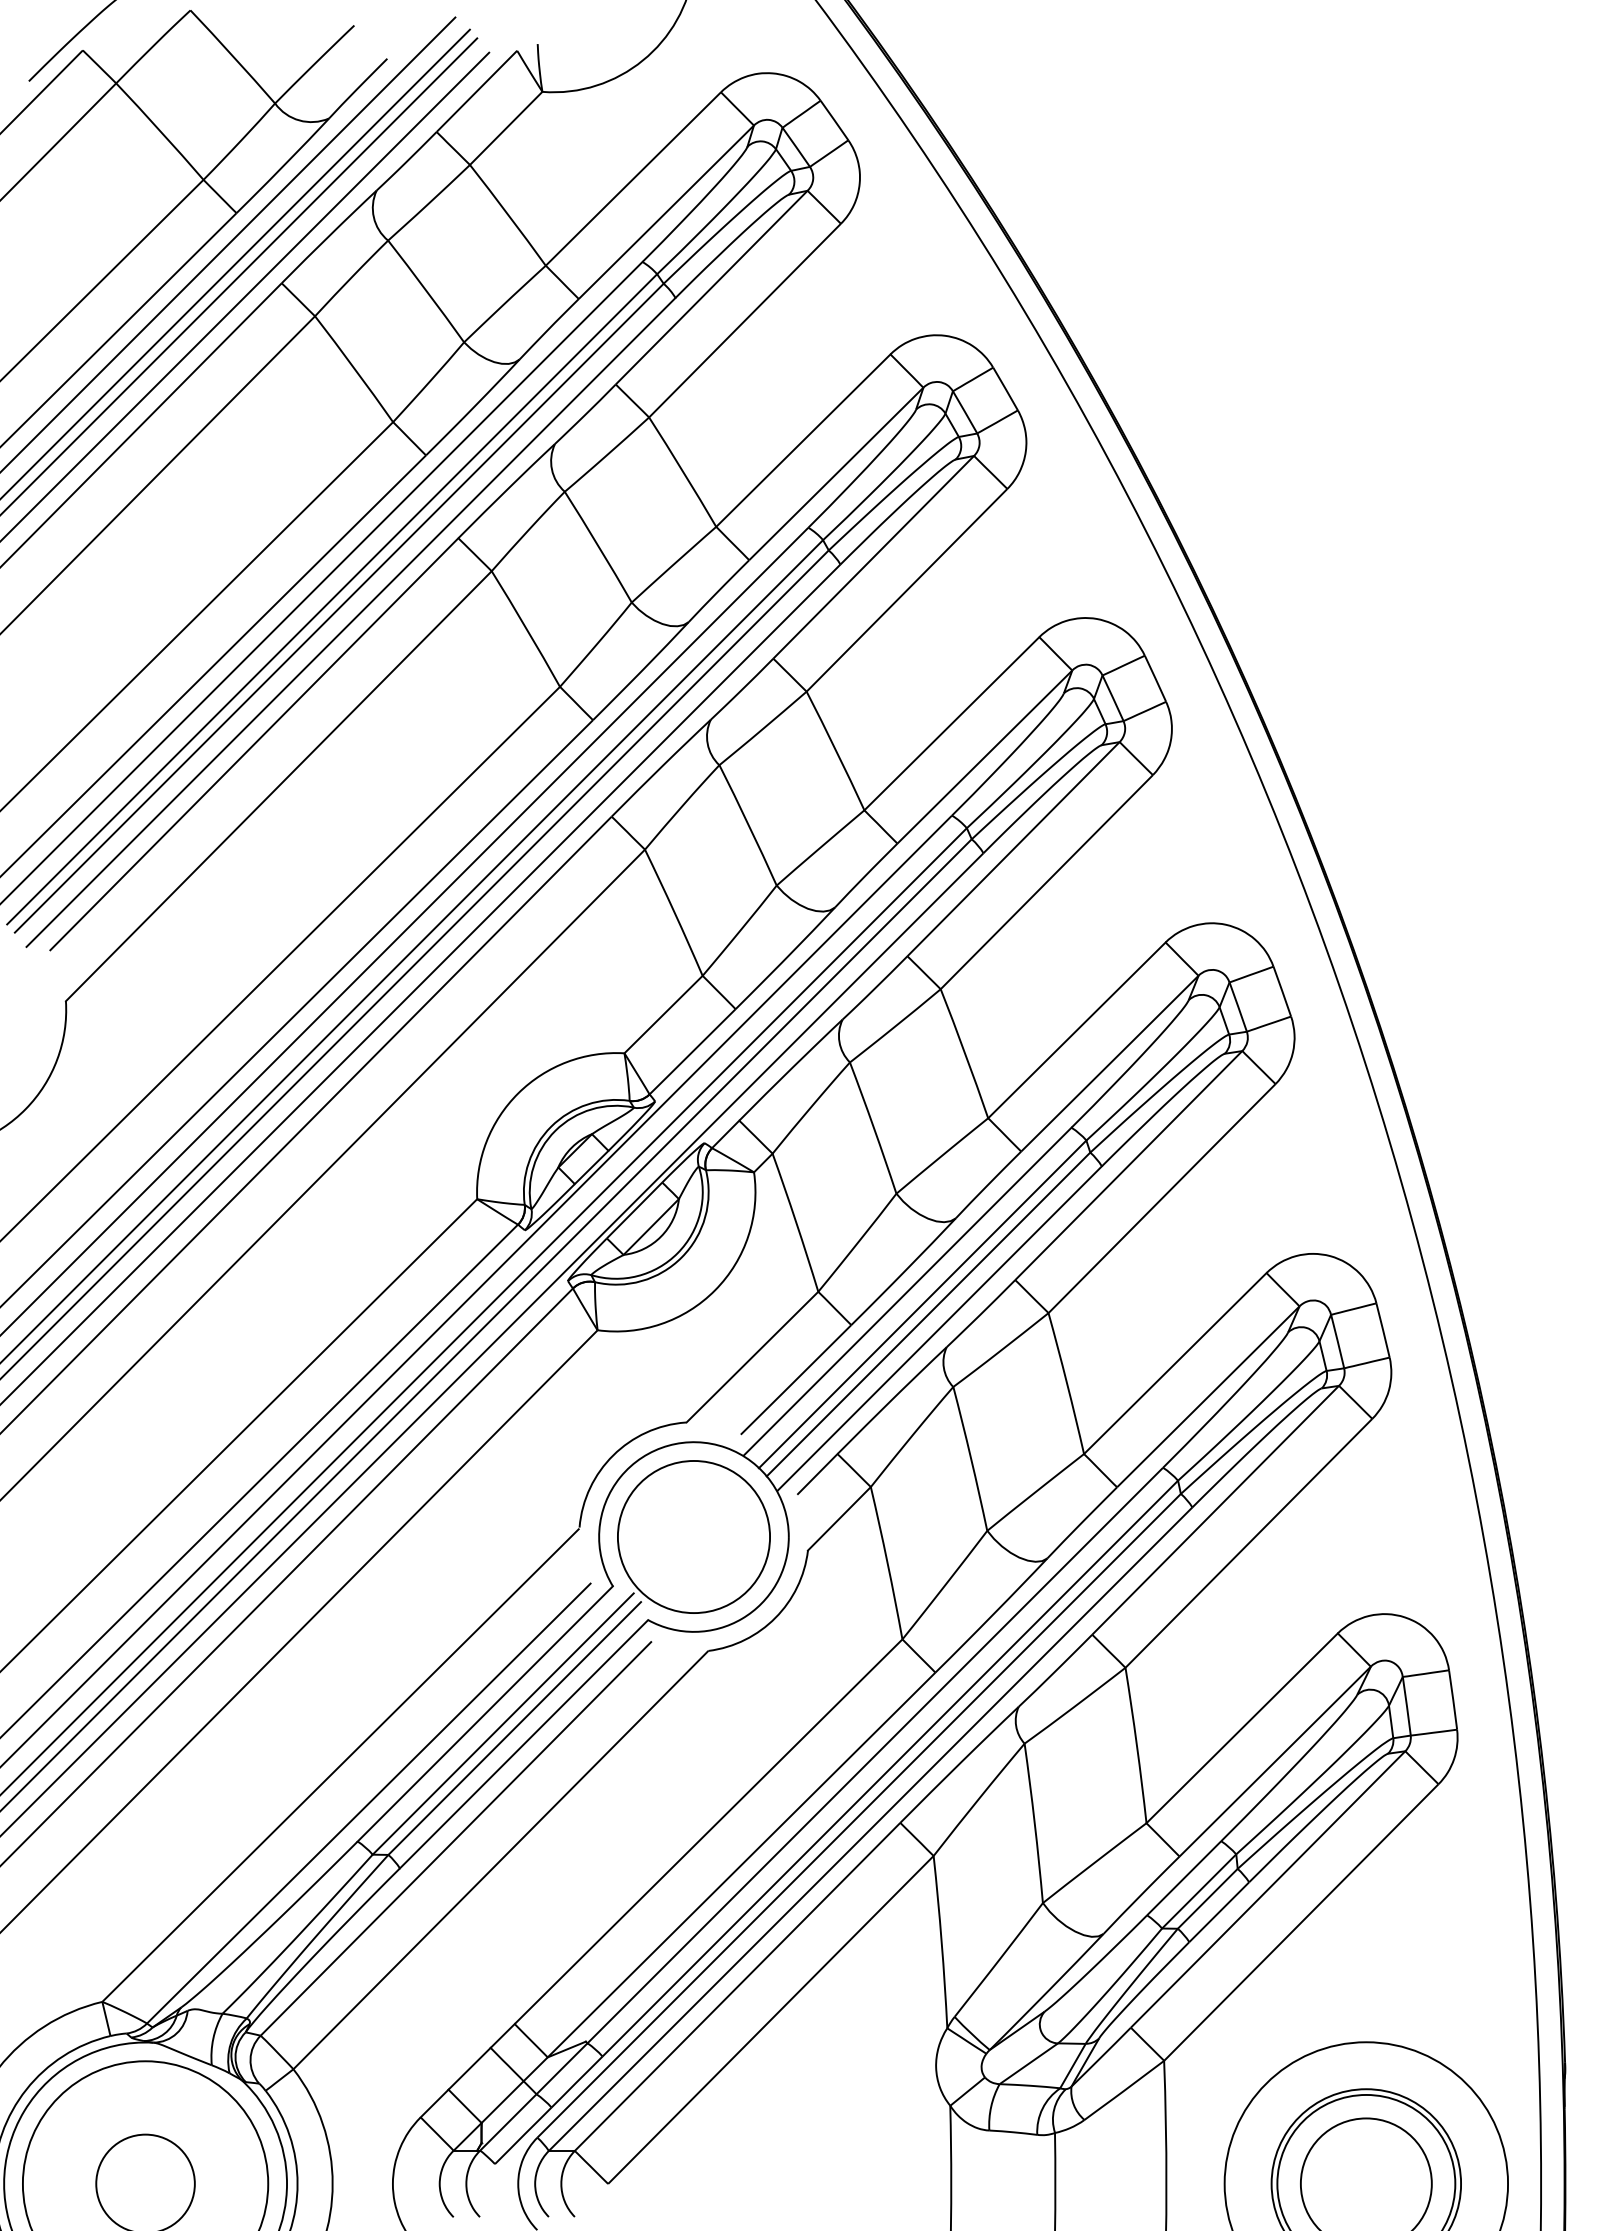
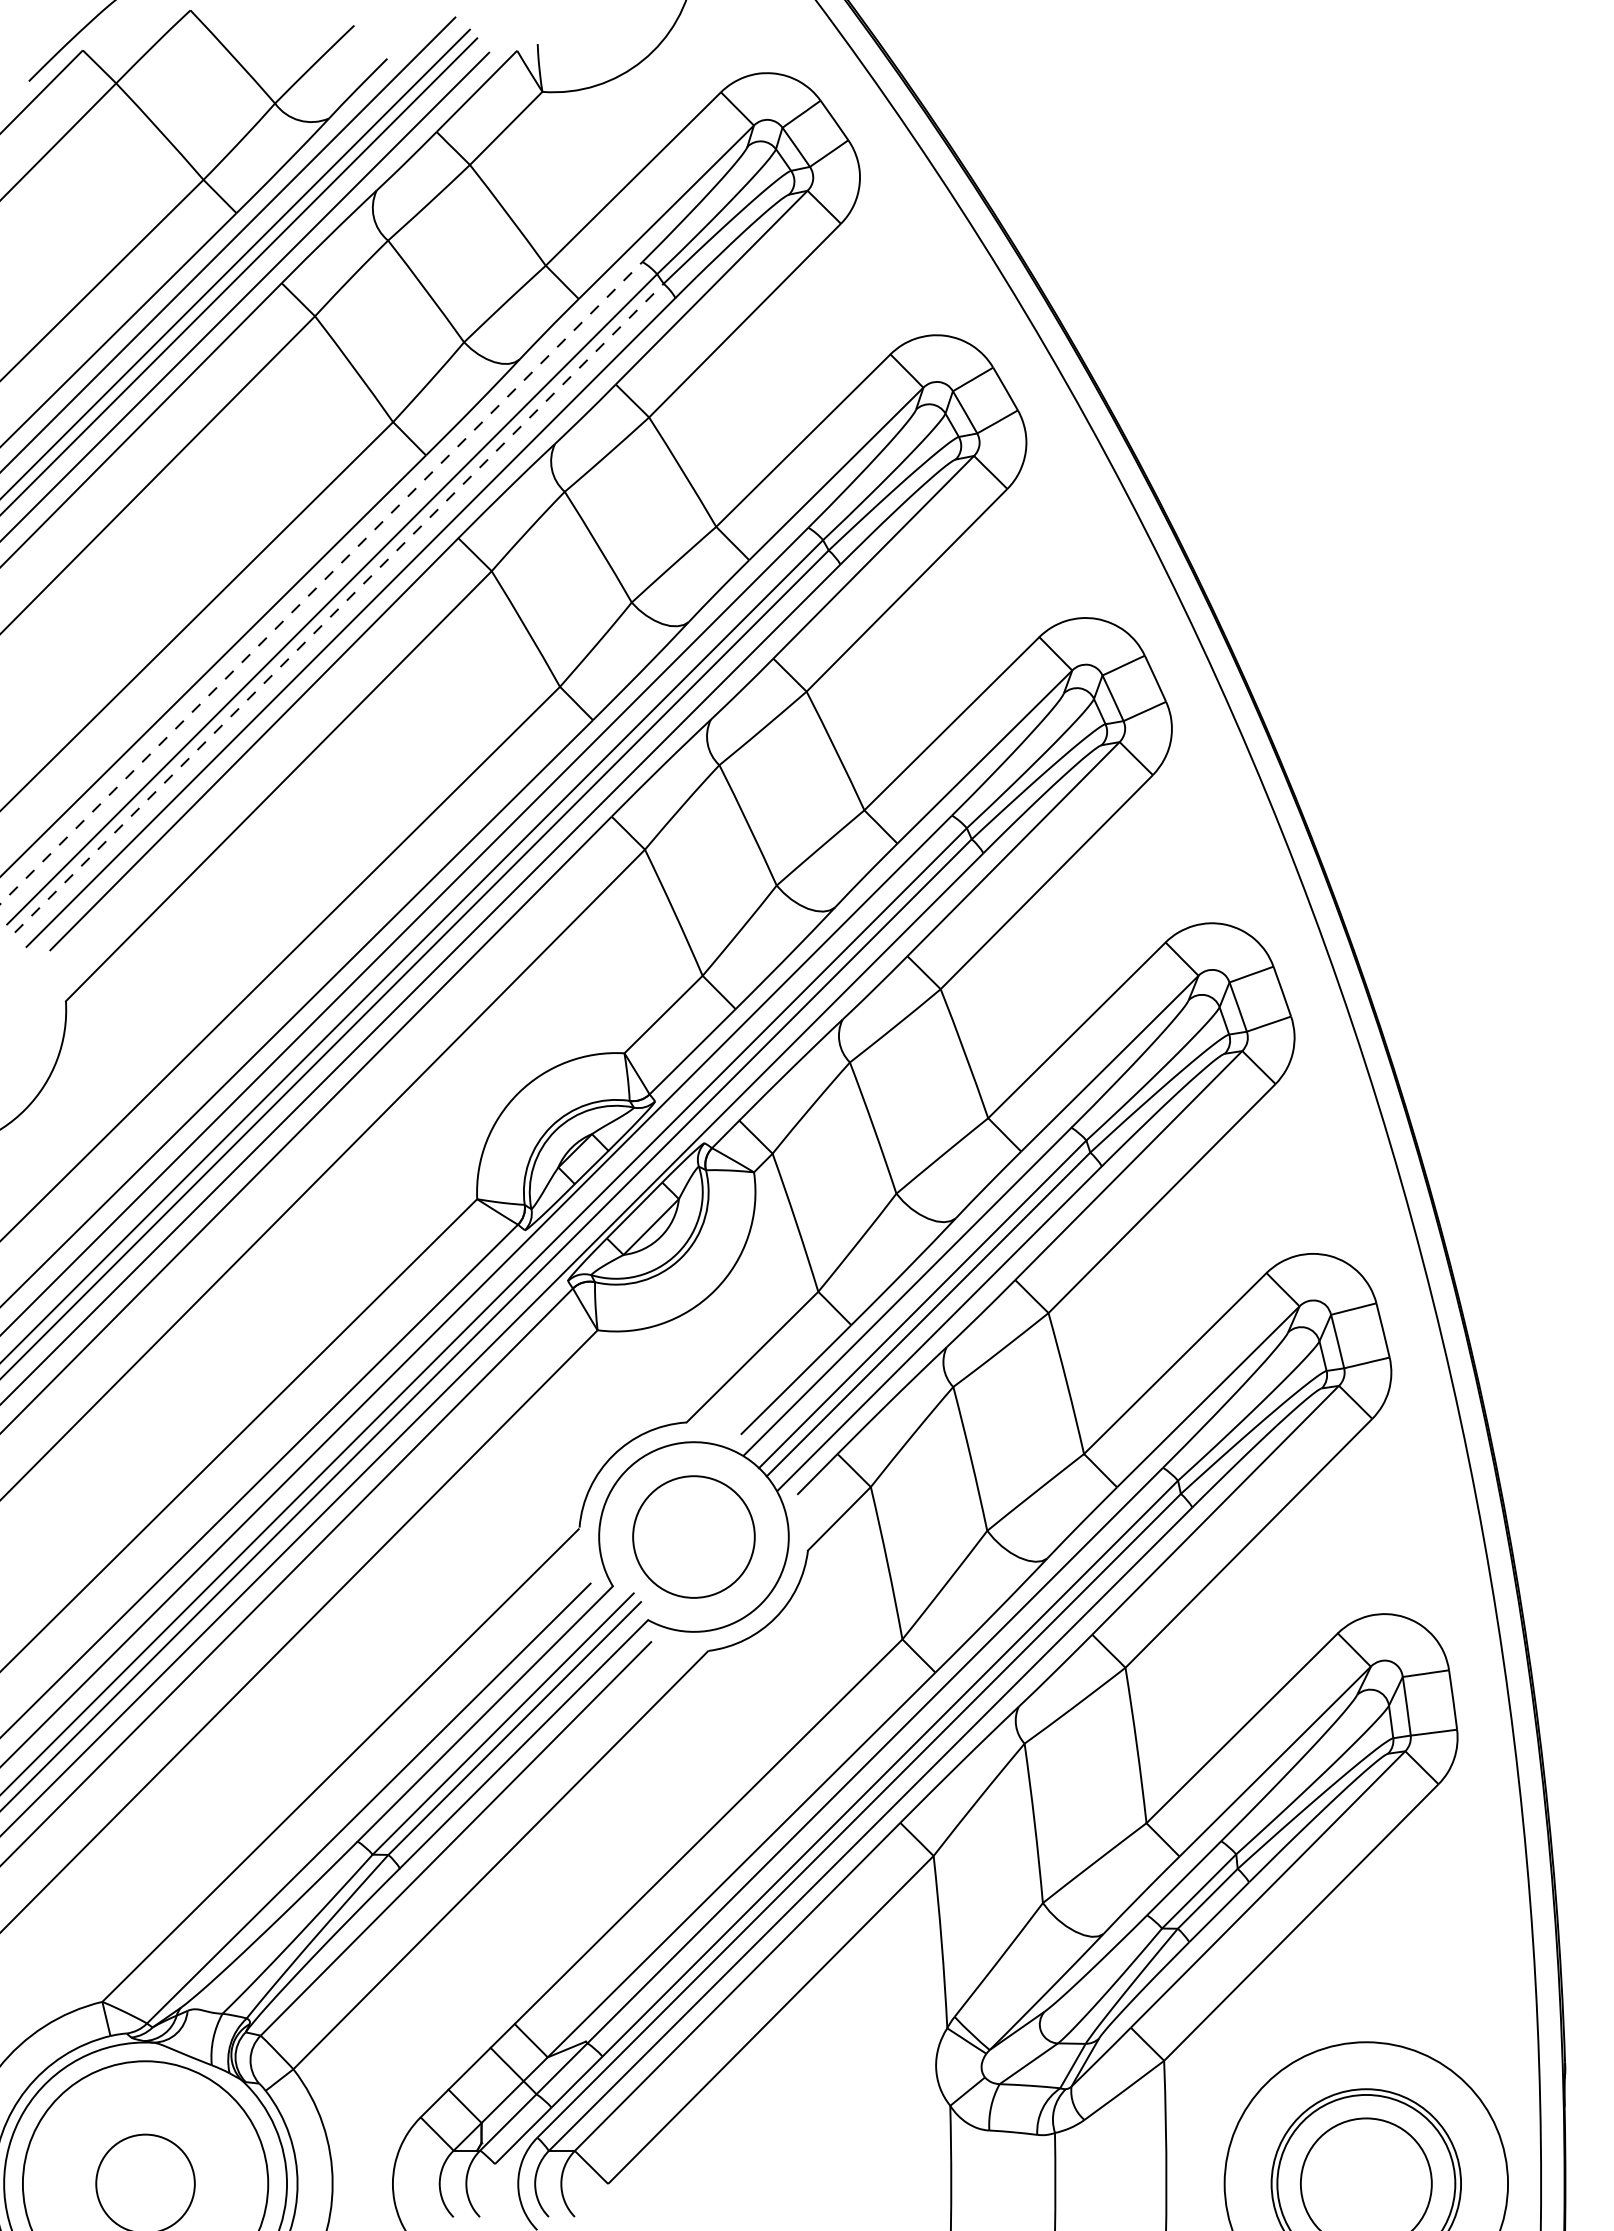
line at (321, 582): solid -> dashed
line at (339, 608): solid -> dashed
circle at (693, 1536) diameter: 152 px -> 122 px
